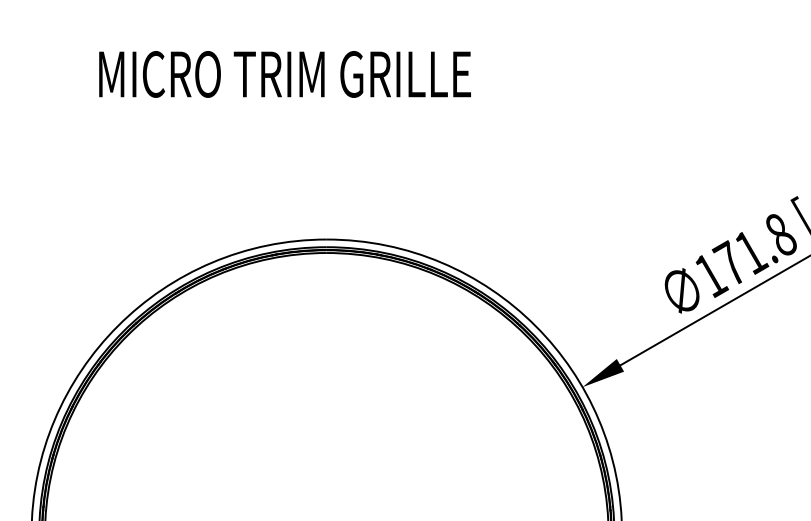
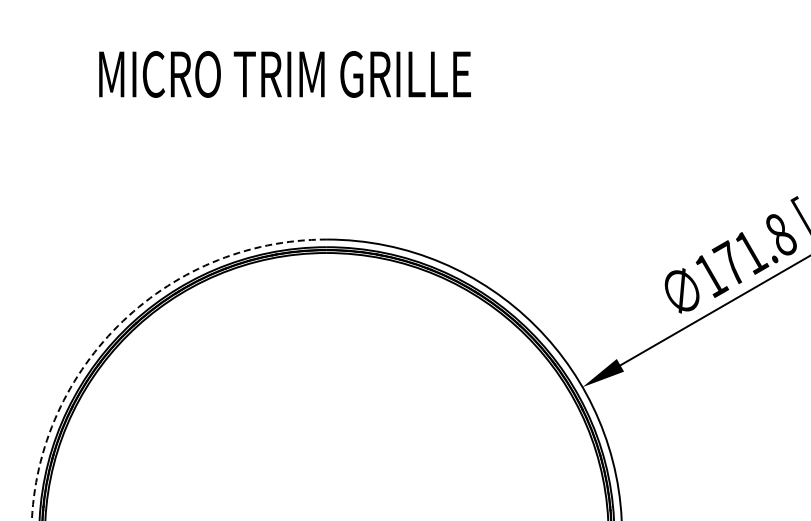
arc at (122, 321): solid -> dashed
